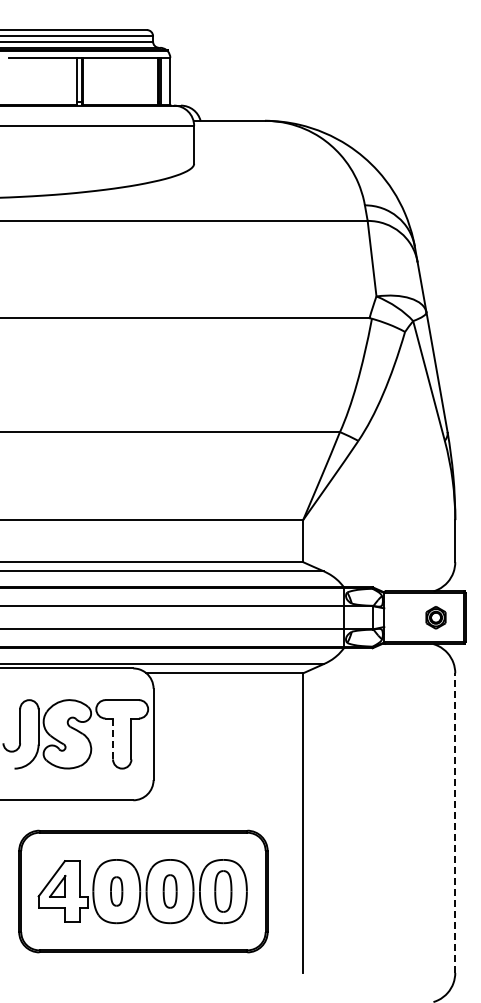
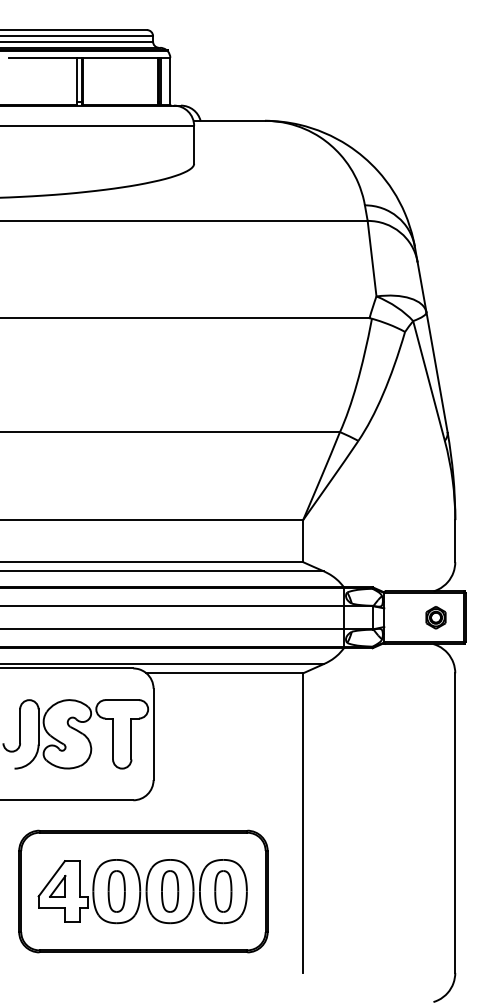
line at (113, 738): dashed -> solid
line at (455, 823): dashed -> solid
part at (116, 891) size: 14x31 px -> 19x43 px
part at (169, 891) size: 16x35 px -> 19x43 px
